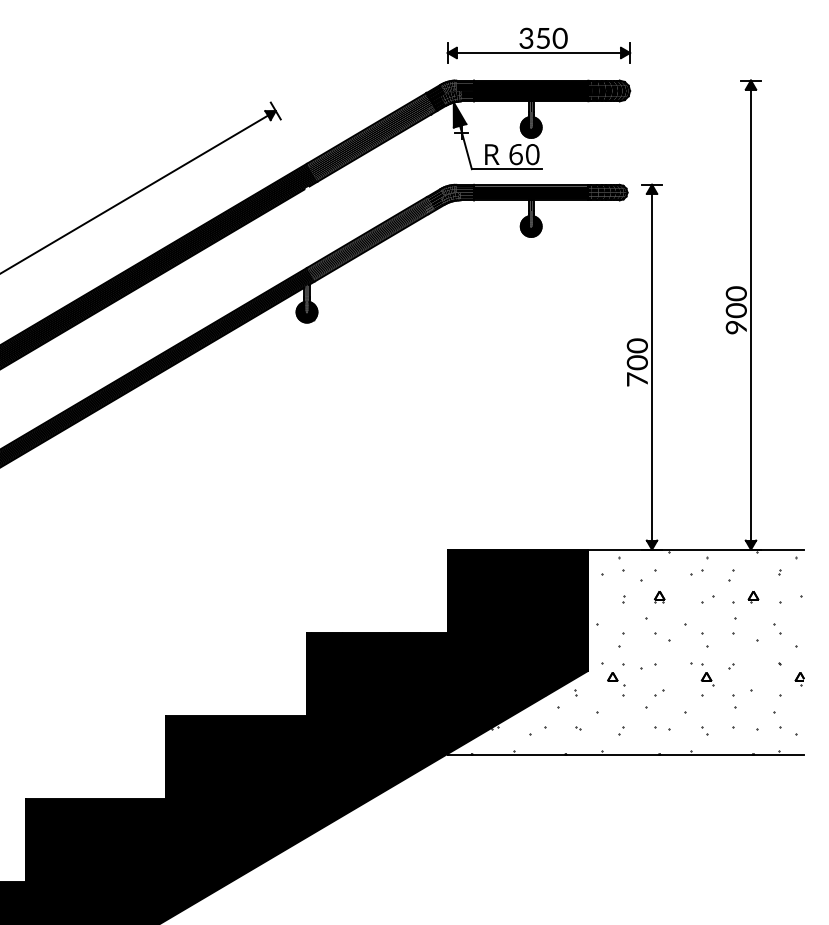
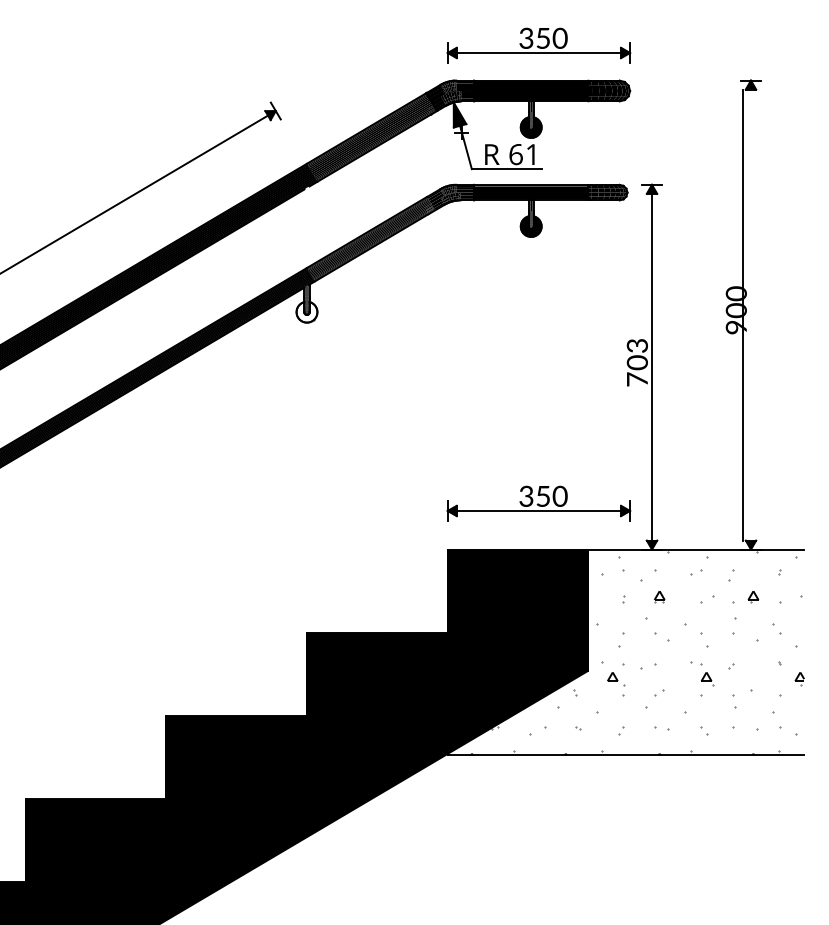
text at (532, 154): 60 -> 61
fill at (306, 312): present -> none
line at (750, 314) position: (750, 314) -> (742, 314)
text at (637, 345): 700 -> 703
part at (538, 503): none -> present
hatch at (633, 653): present -> none
